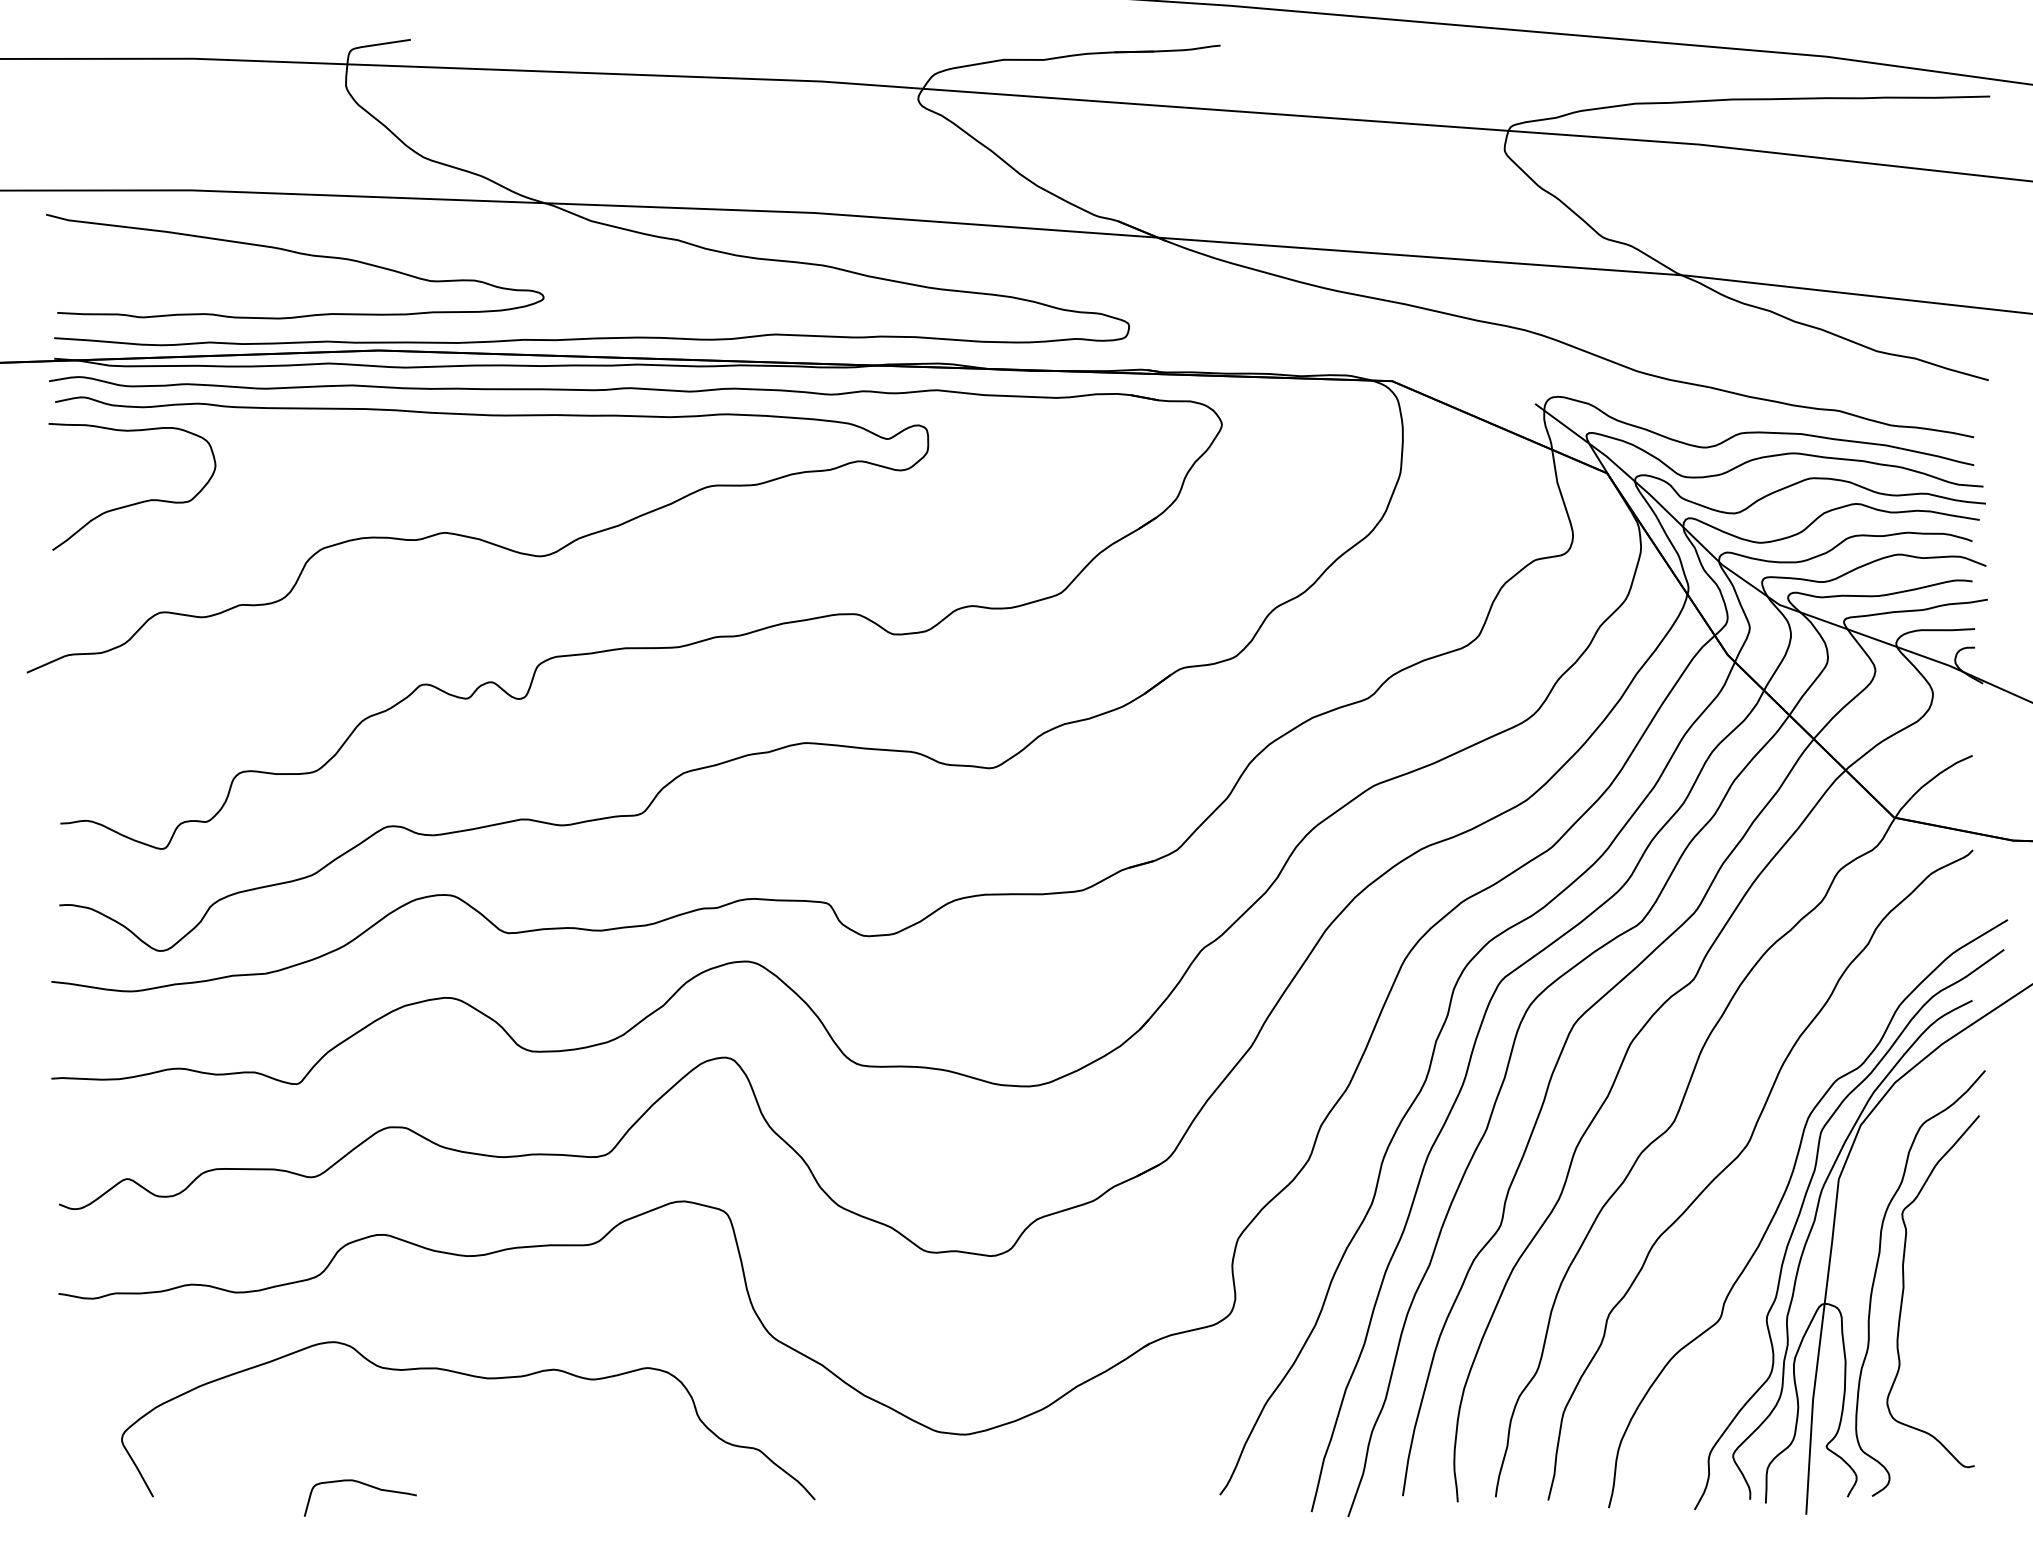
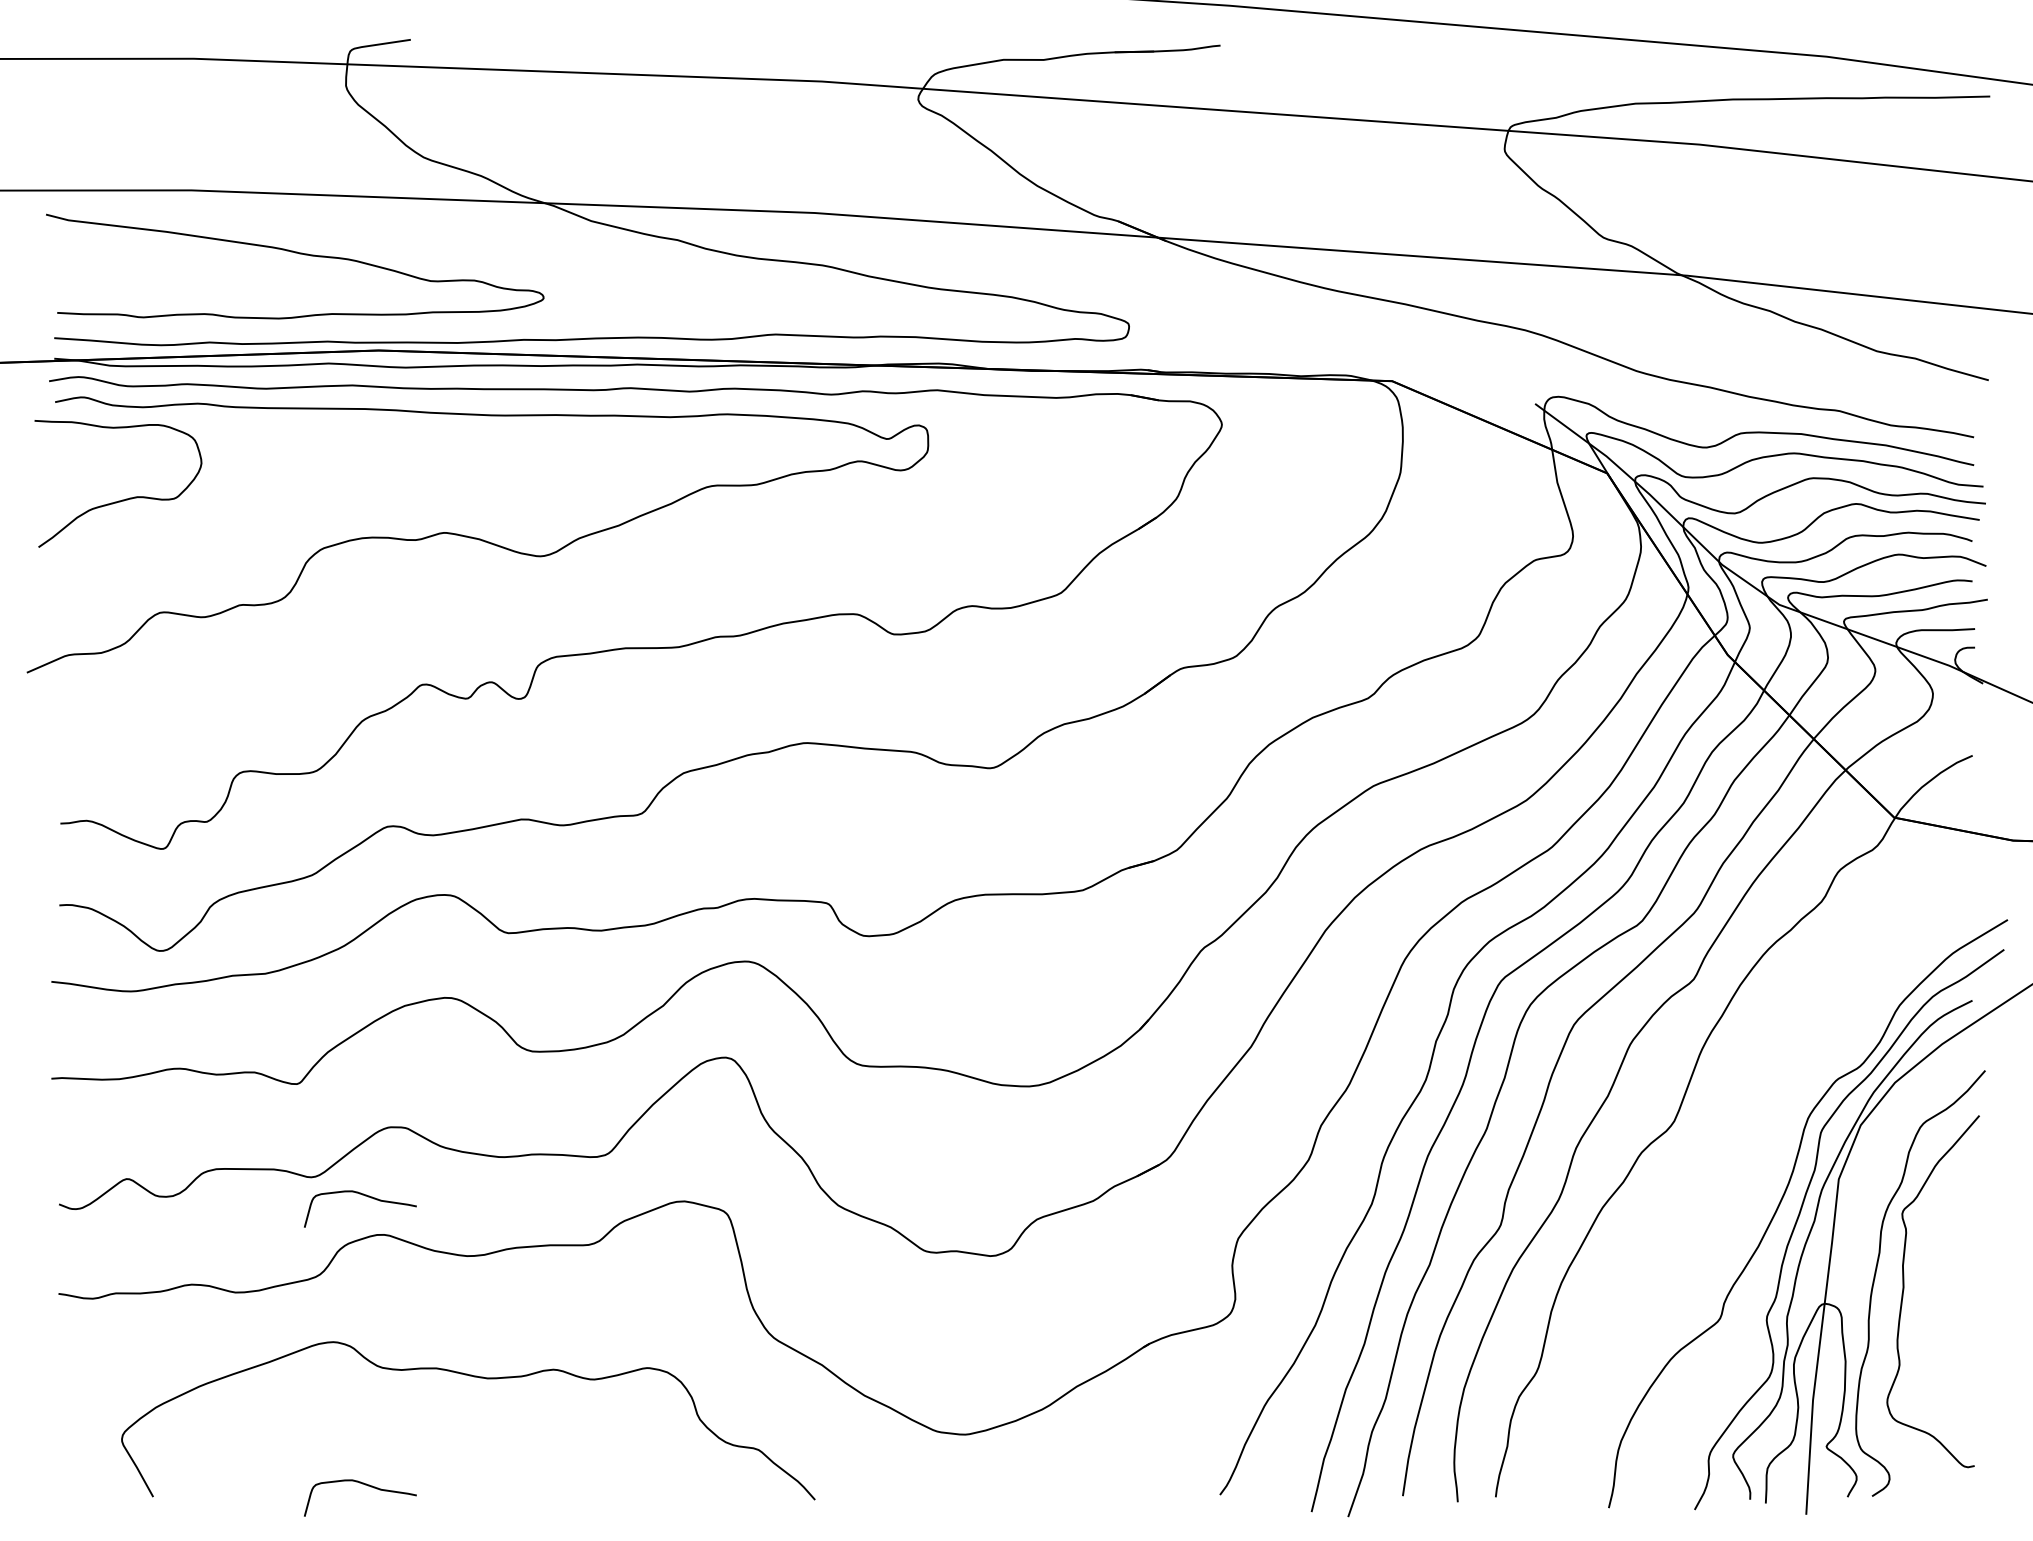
curve at (136, 502) position: (136, 502) -> (122, 499)
curve at (1739, 1156): present -> none
curve at (365, 1196): none -> present
